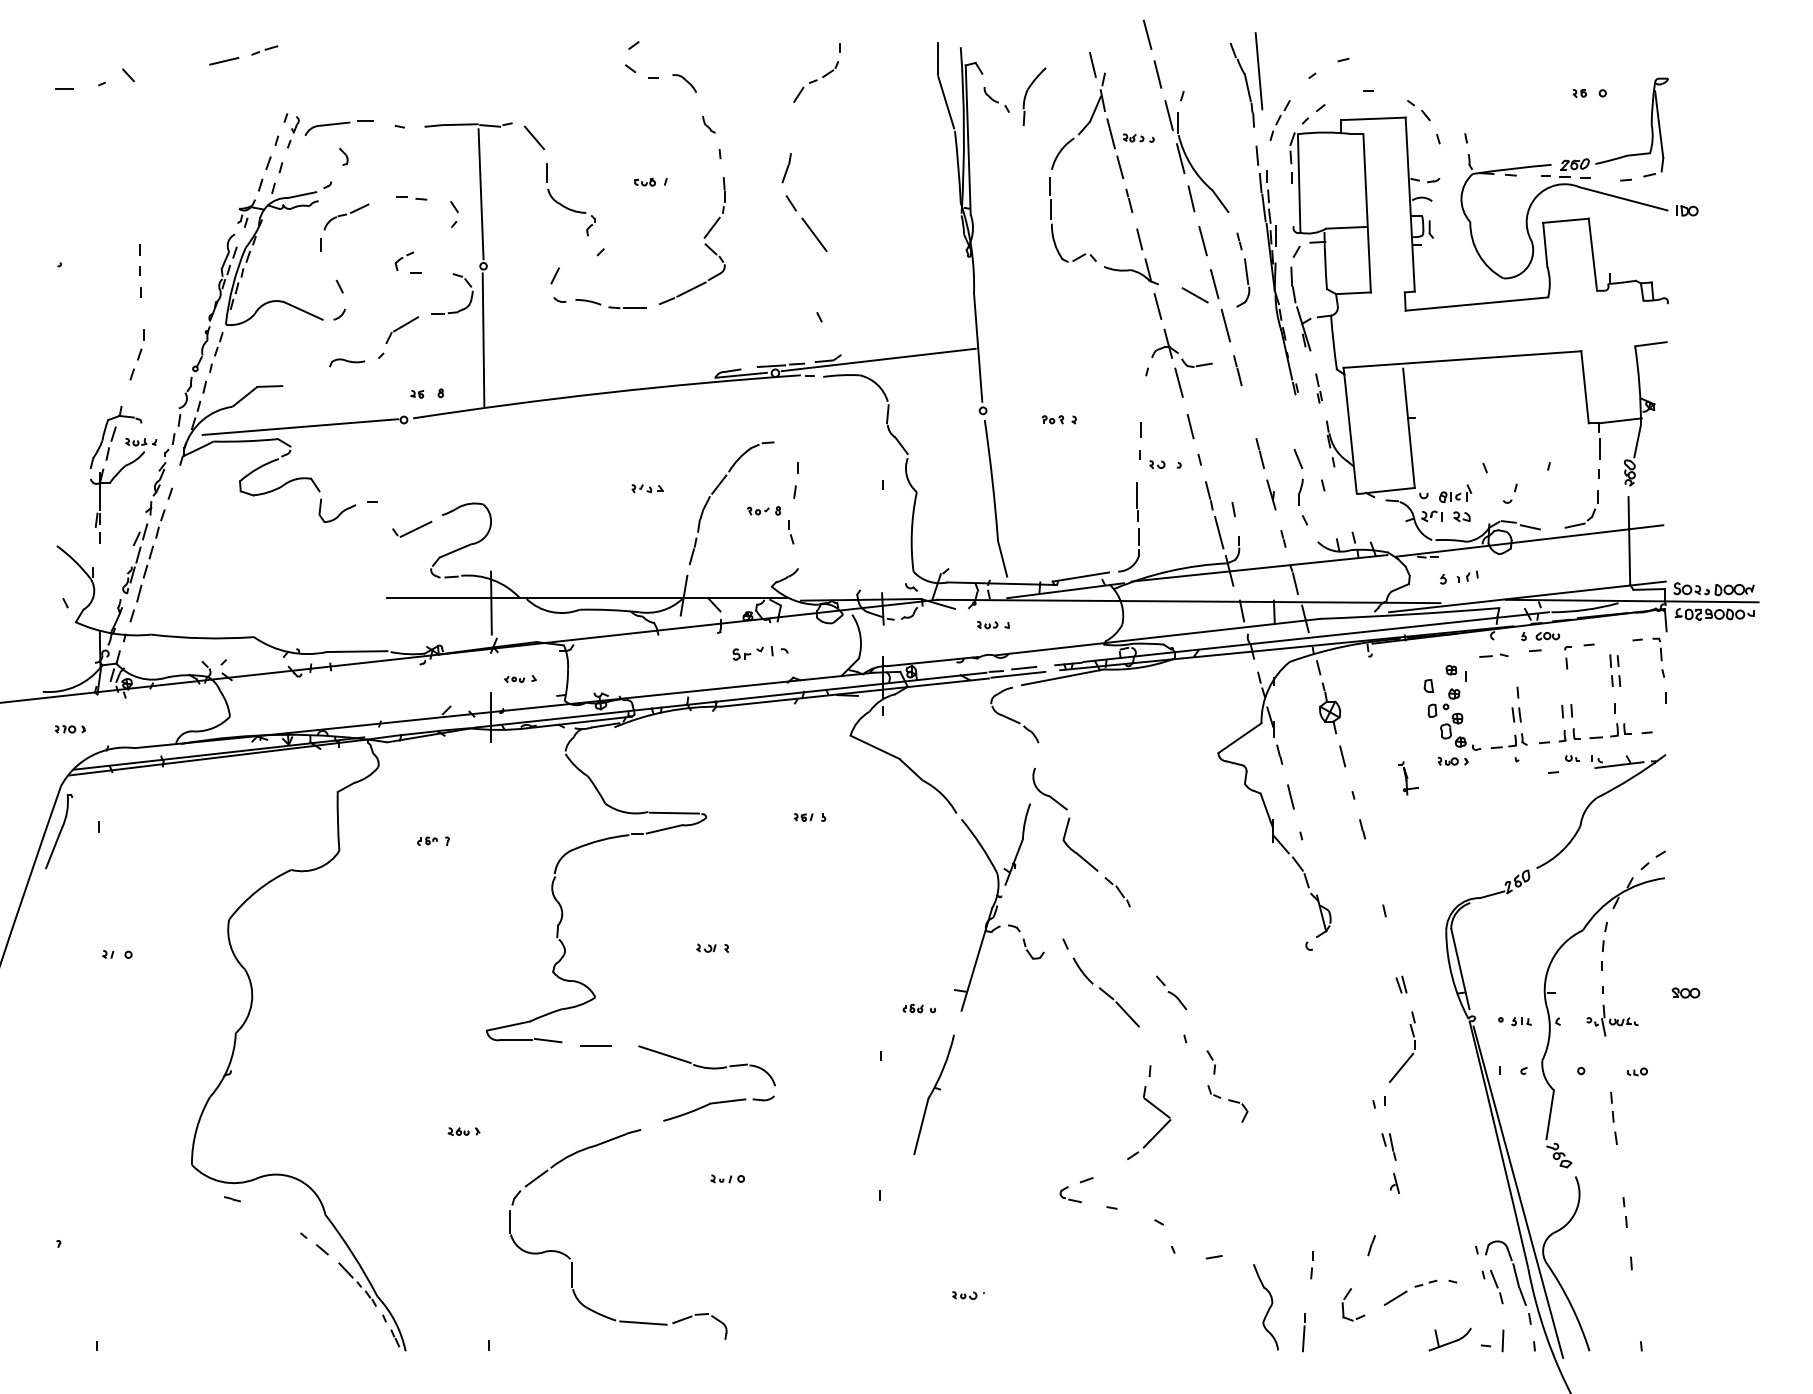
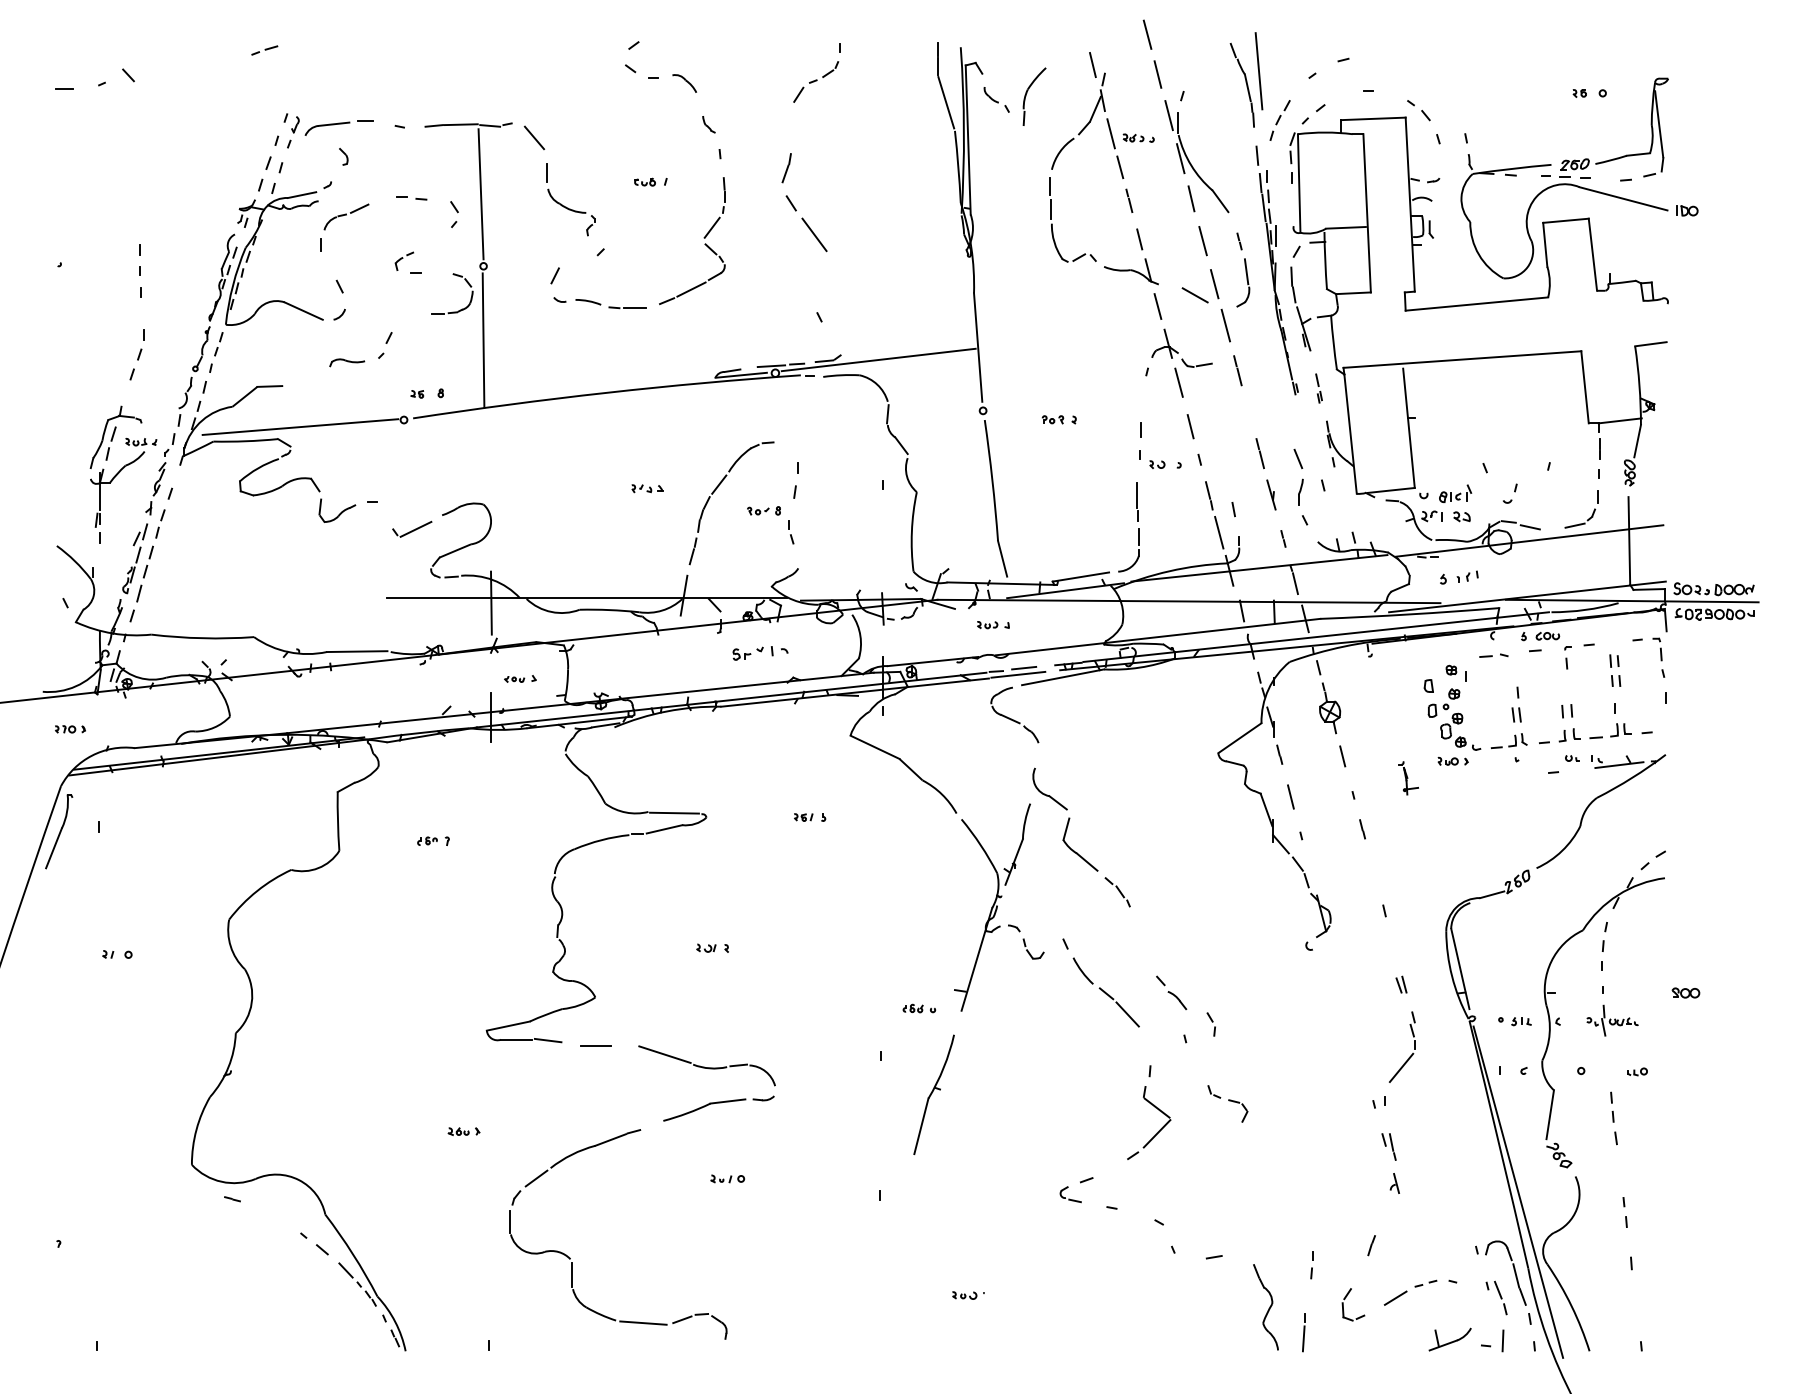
line at (224, 60): present -> none
line at (406, 324): present -> none
part at (1210, 1062) position: (1210, 1062) -> (1210, 1024)
part at (1492, 1286) position: (1492, 1286) -> (1496, 1297)
